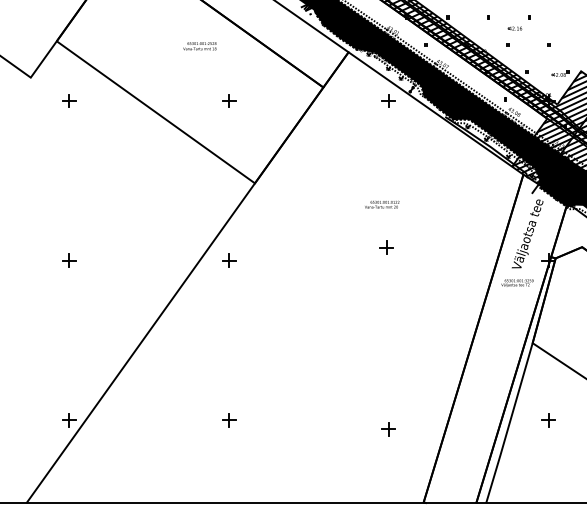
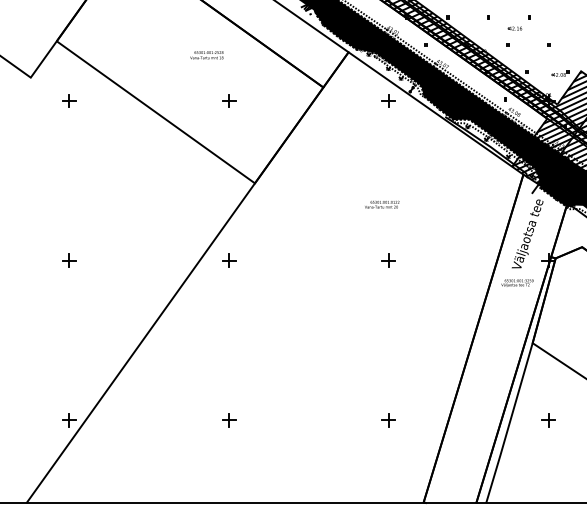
text at (199, 46) position: (199, 46) -> (206, 55)
part at (386, 247) position: (386, 247) -> (388, 260)
part at (388, 429) position: (388, 429) -> (388, 420)
